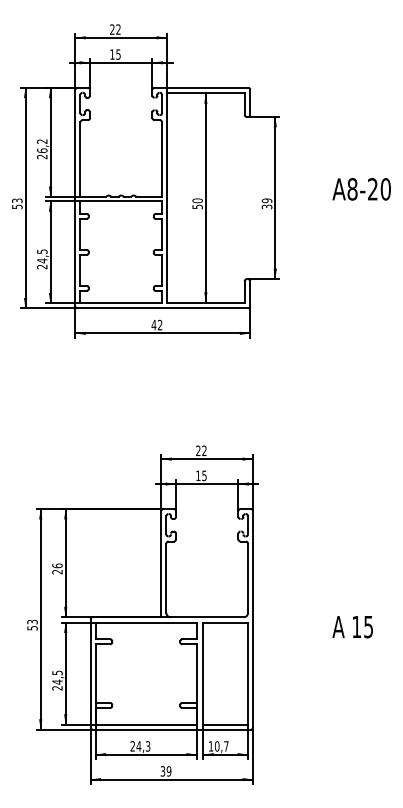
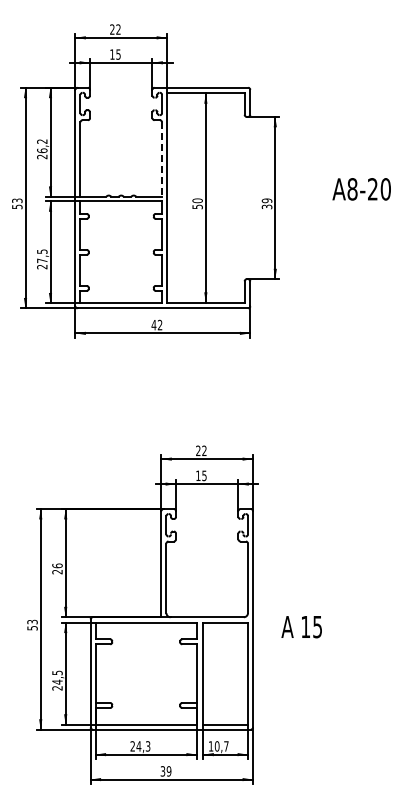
line at (162, 160): solid -> dashed
text at (42, 260): 24,5 -> 27,5
text at (352, 627) position: (352, 627) -> (301, 627)
